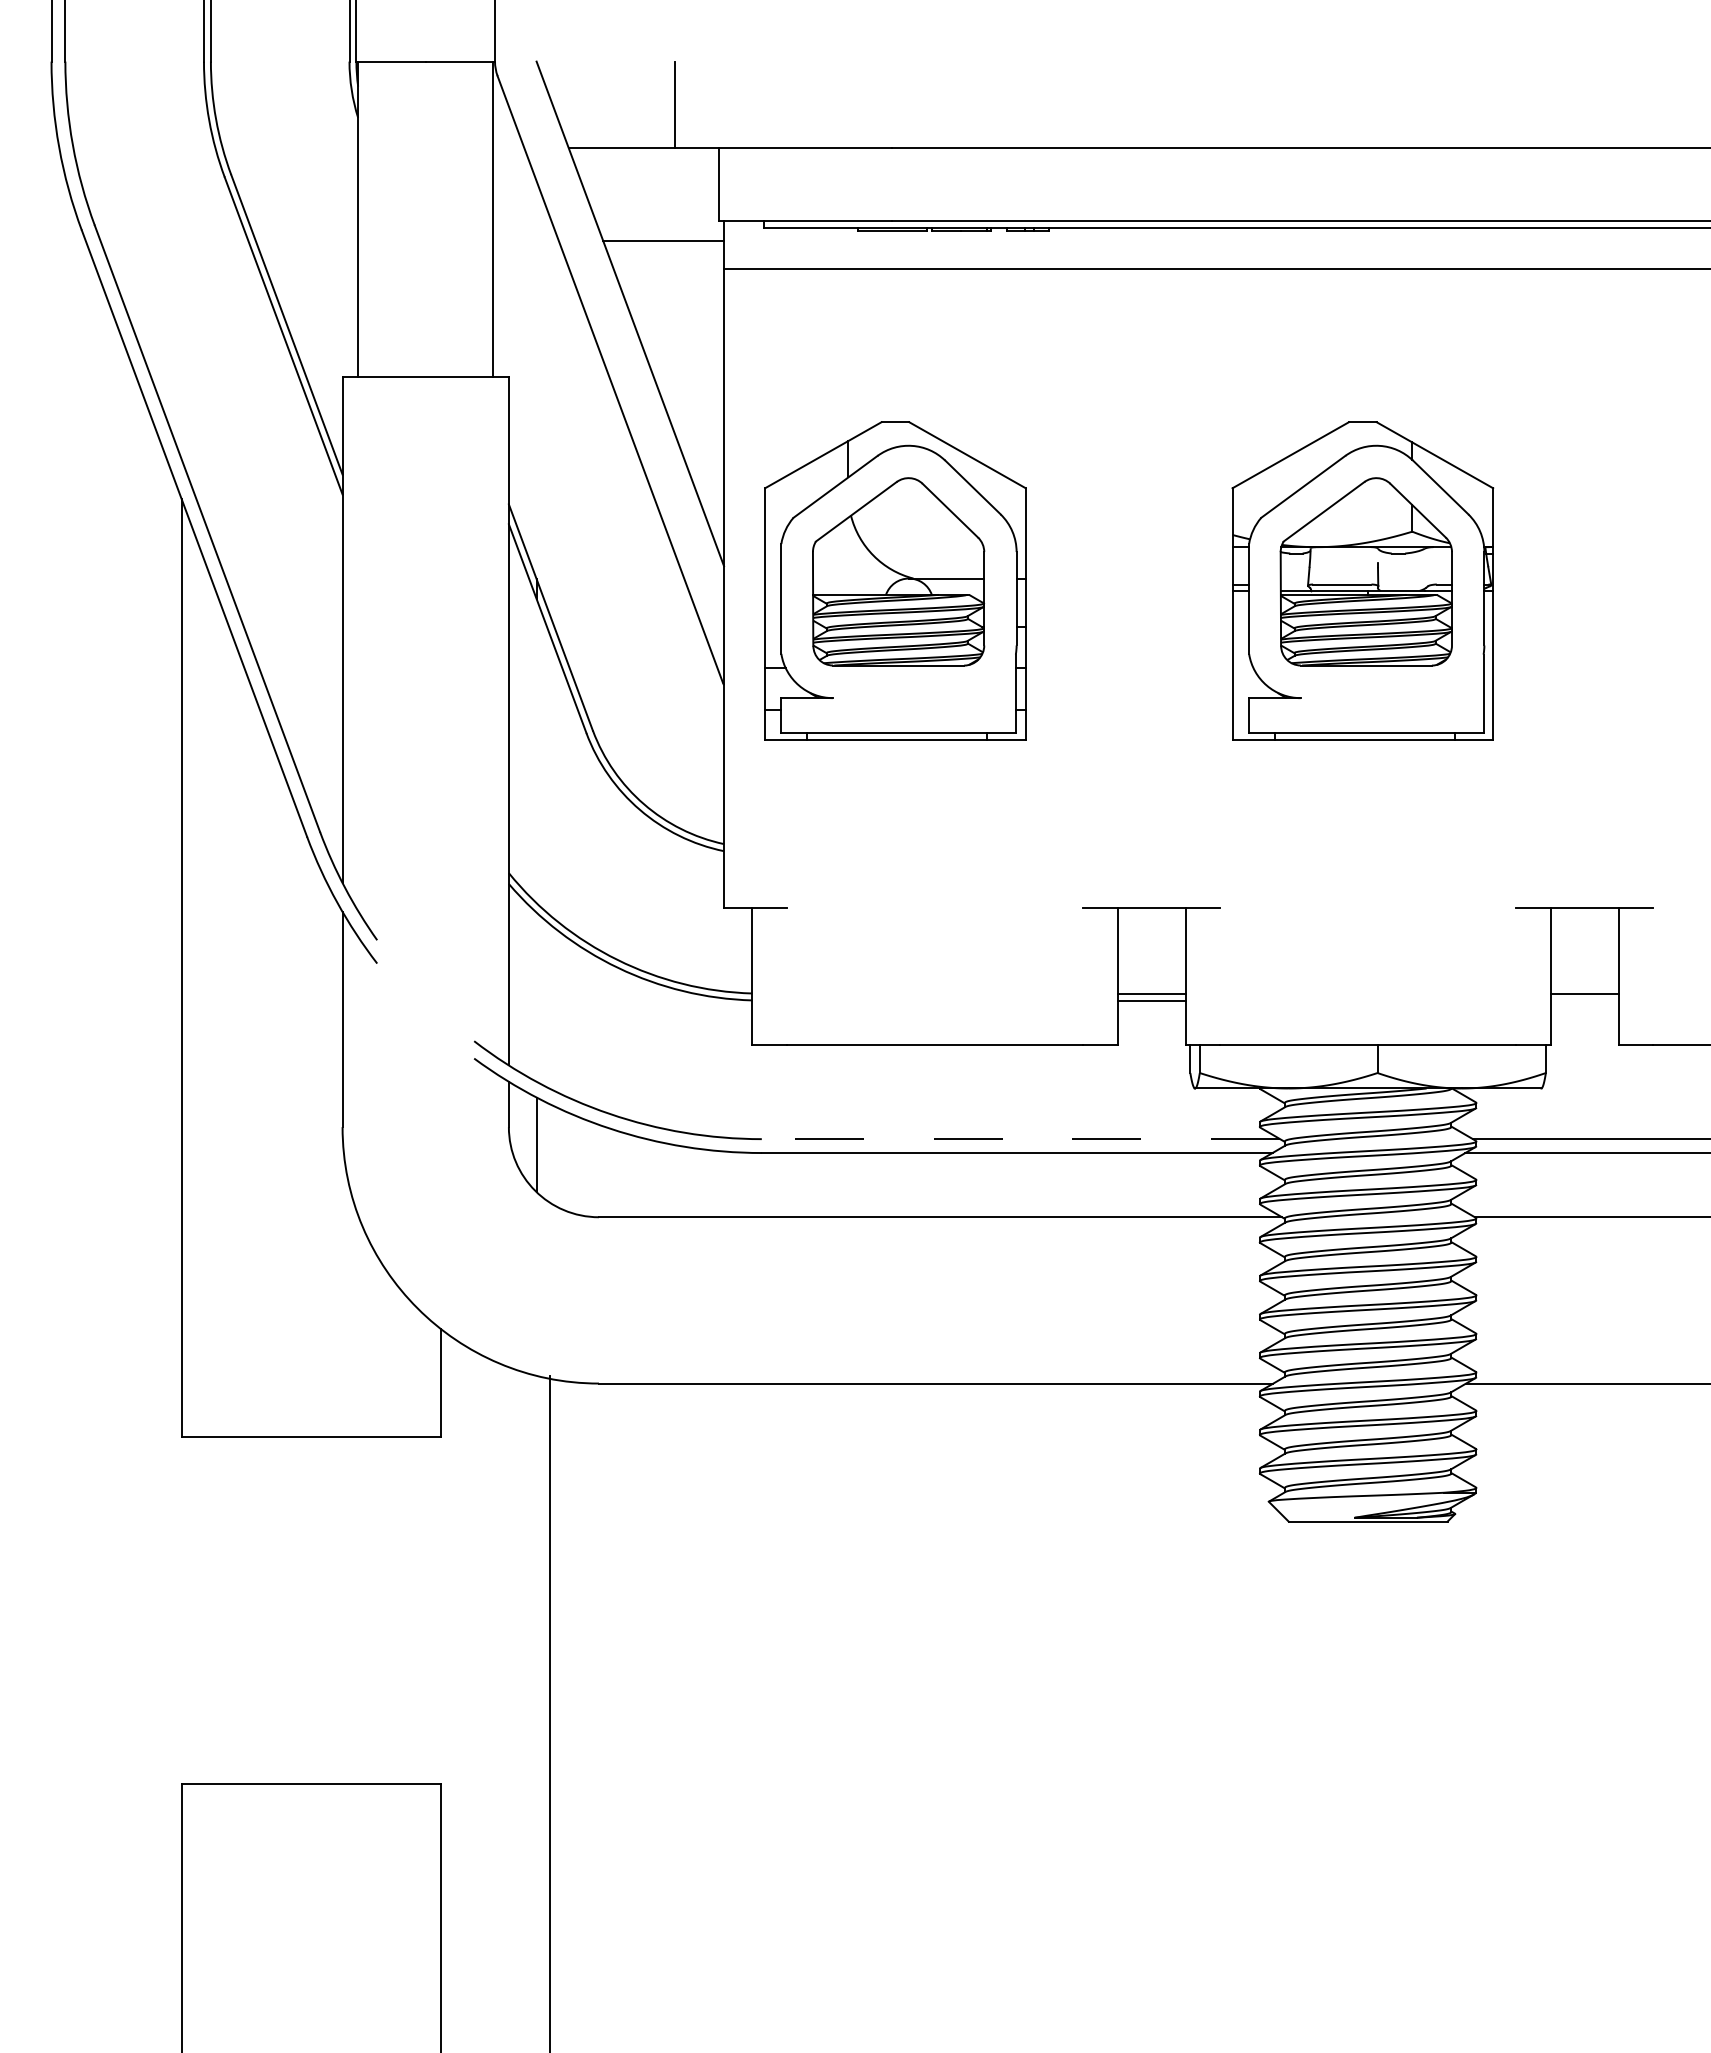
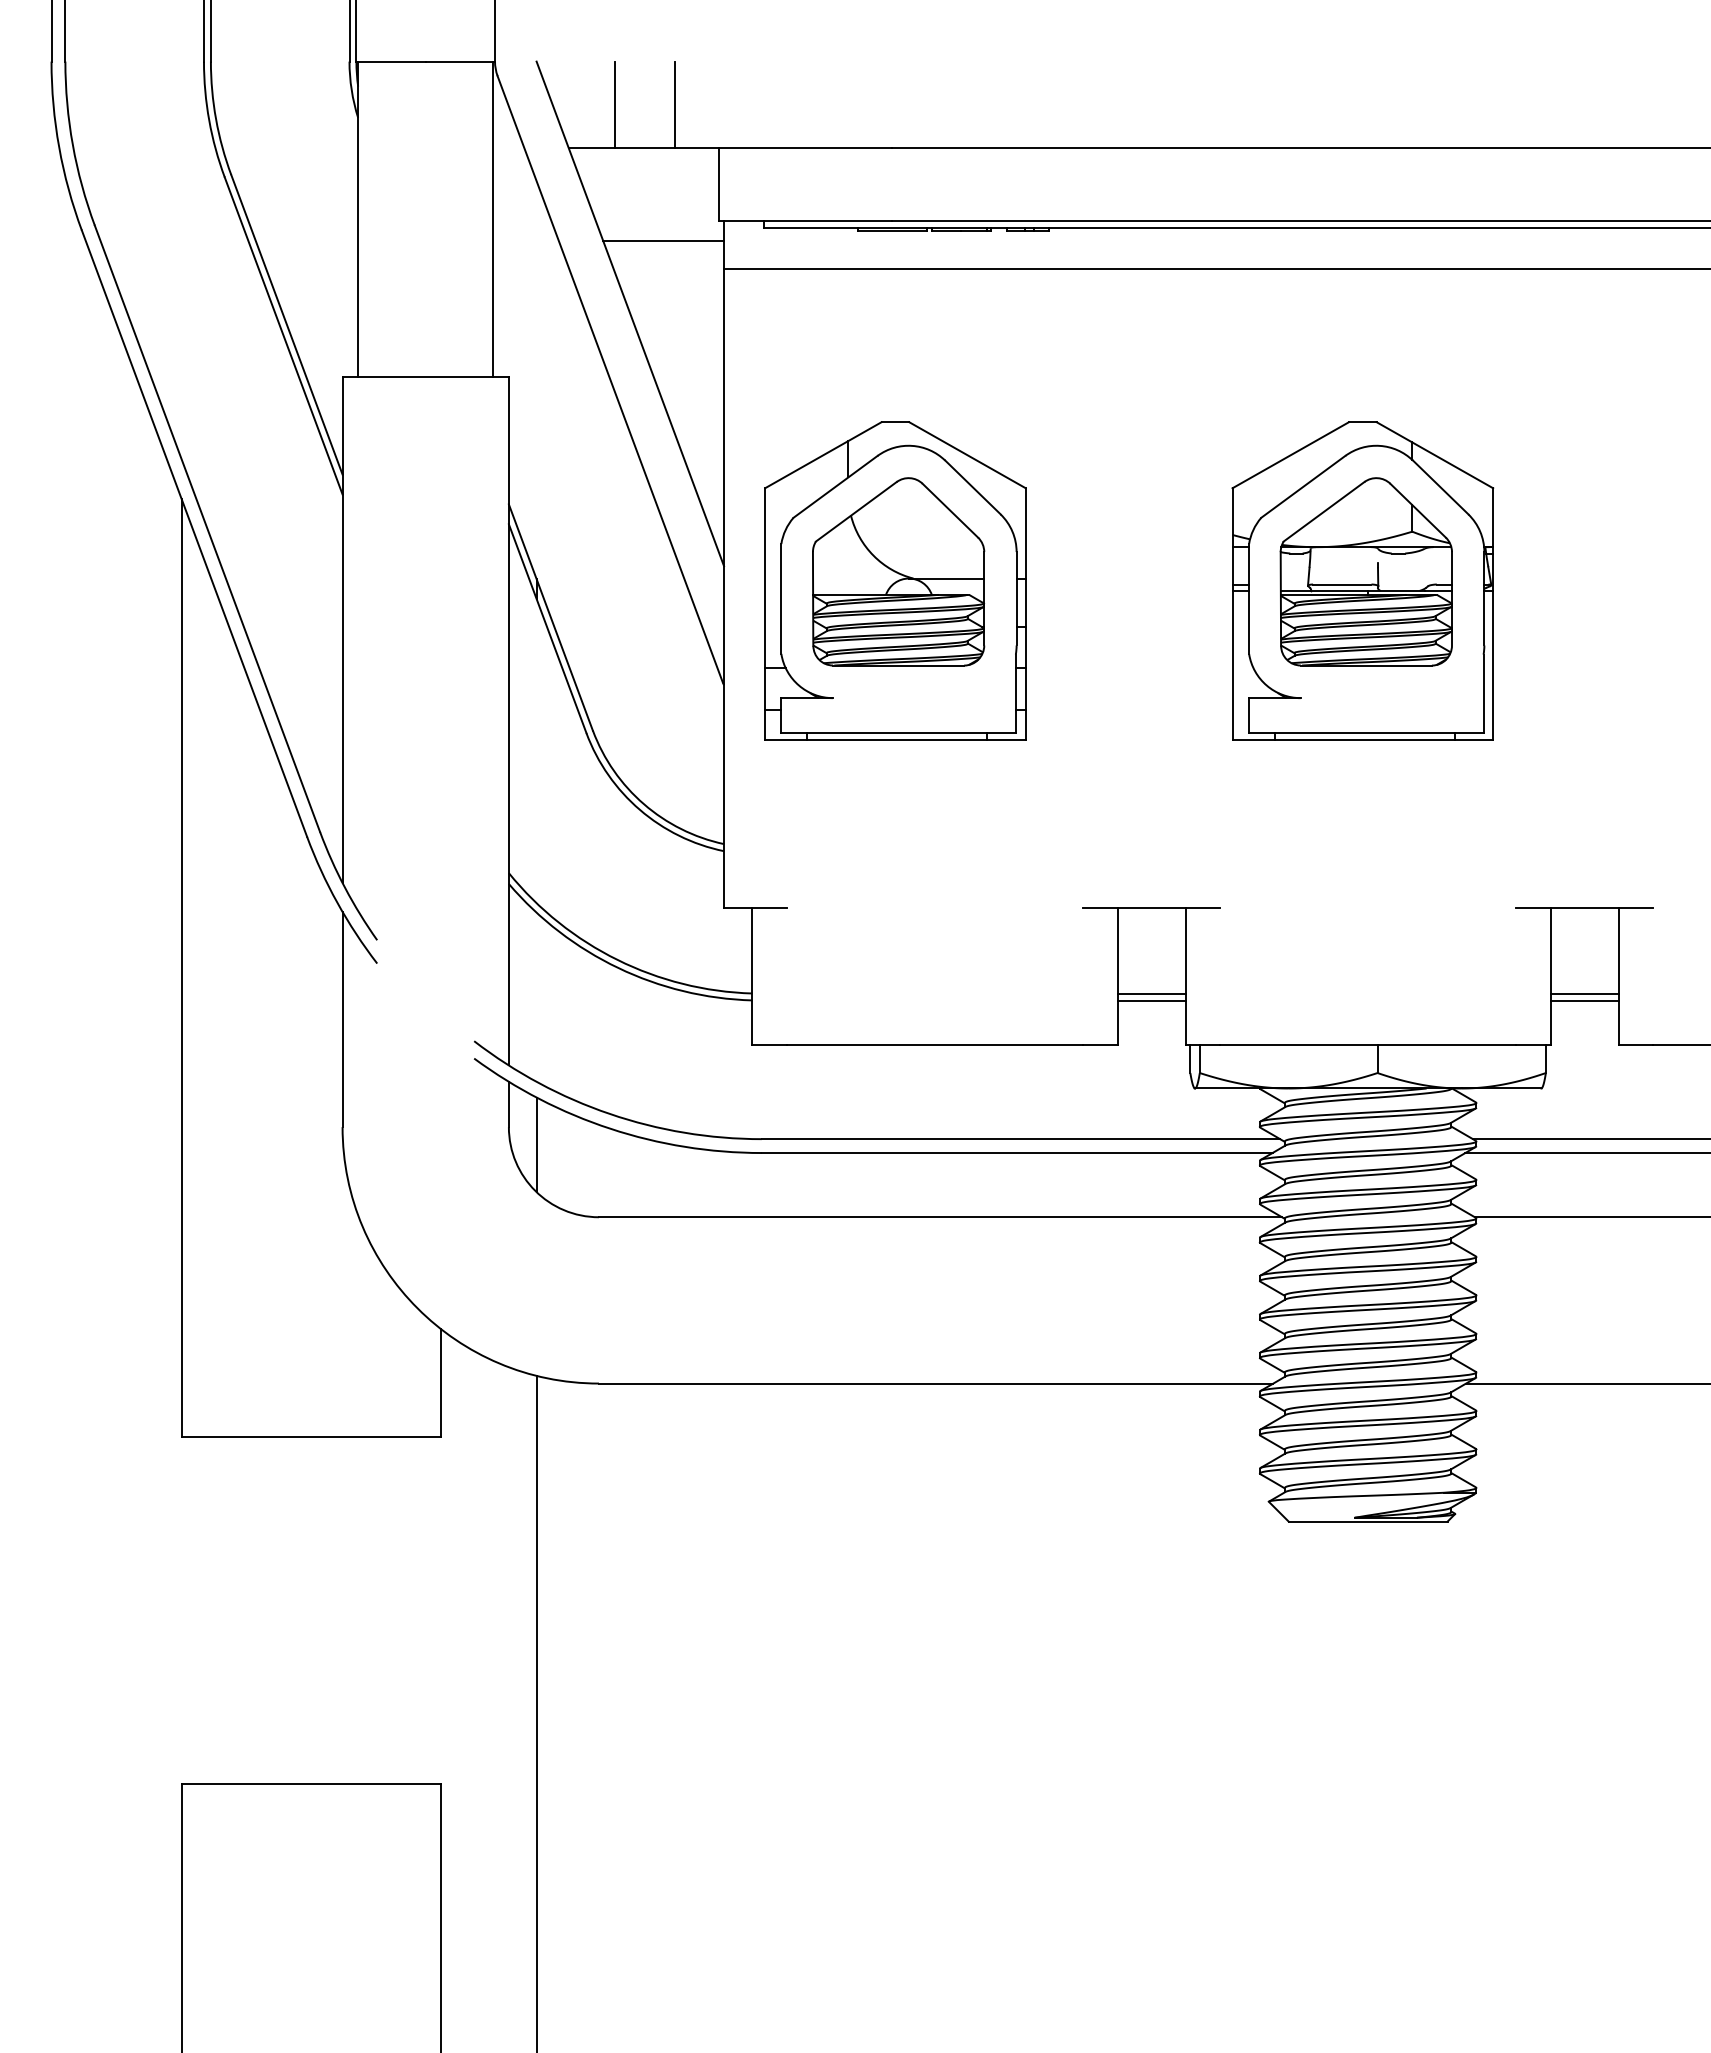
line at (614, 104): none -> present
line at (1584, 1000): none -> present
line at (1020, 1139): dashed -> solid
line at (549, 1712) position: (549, 1712) -> (536, 1712)
